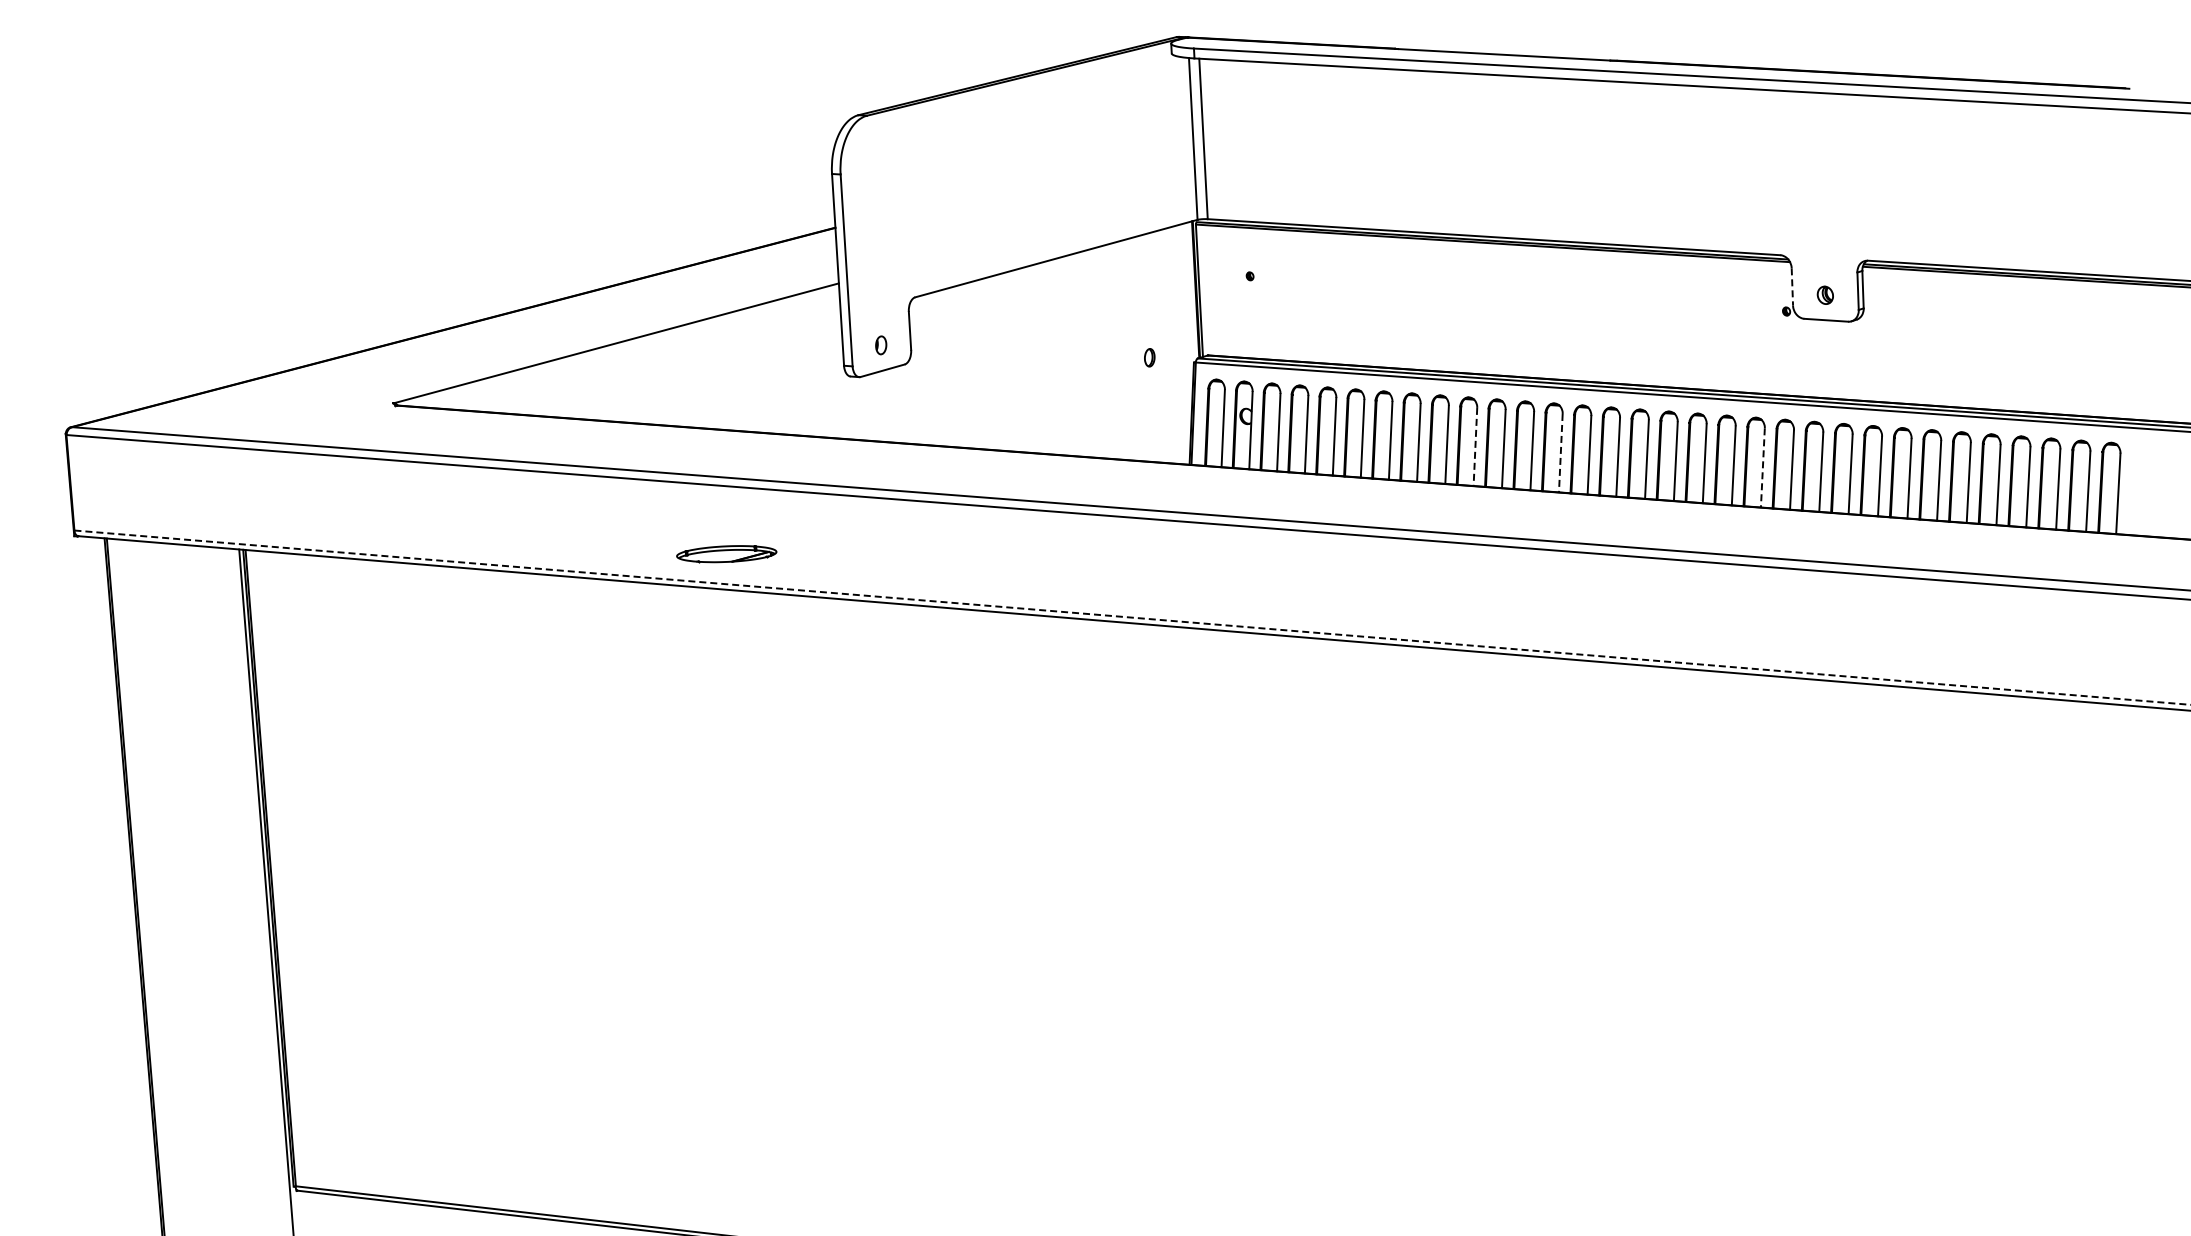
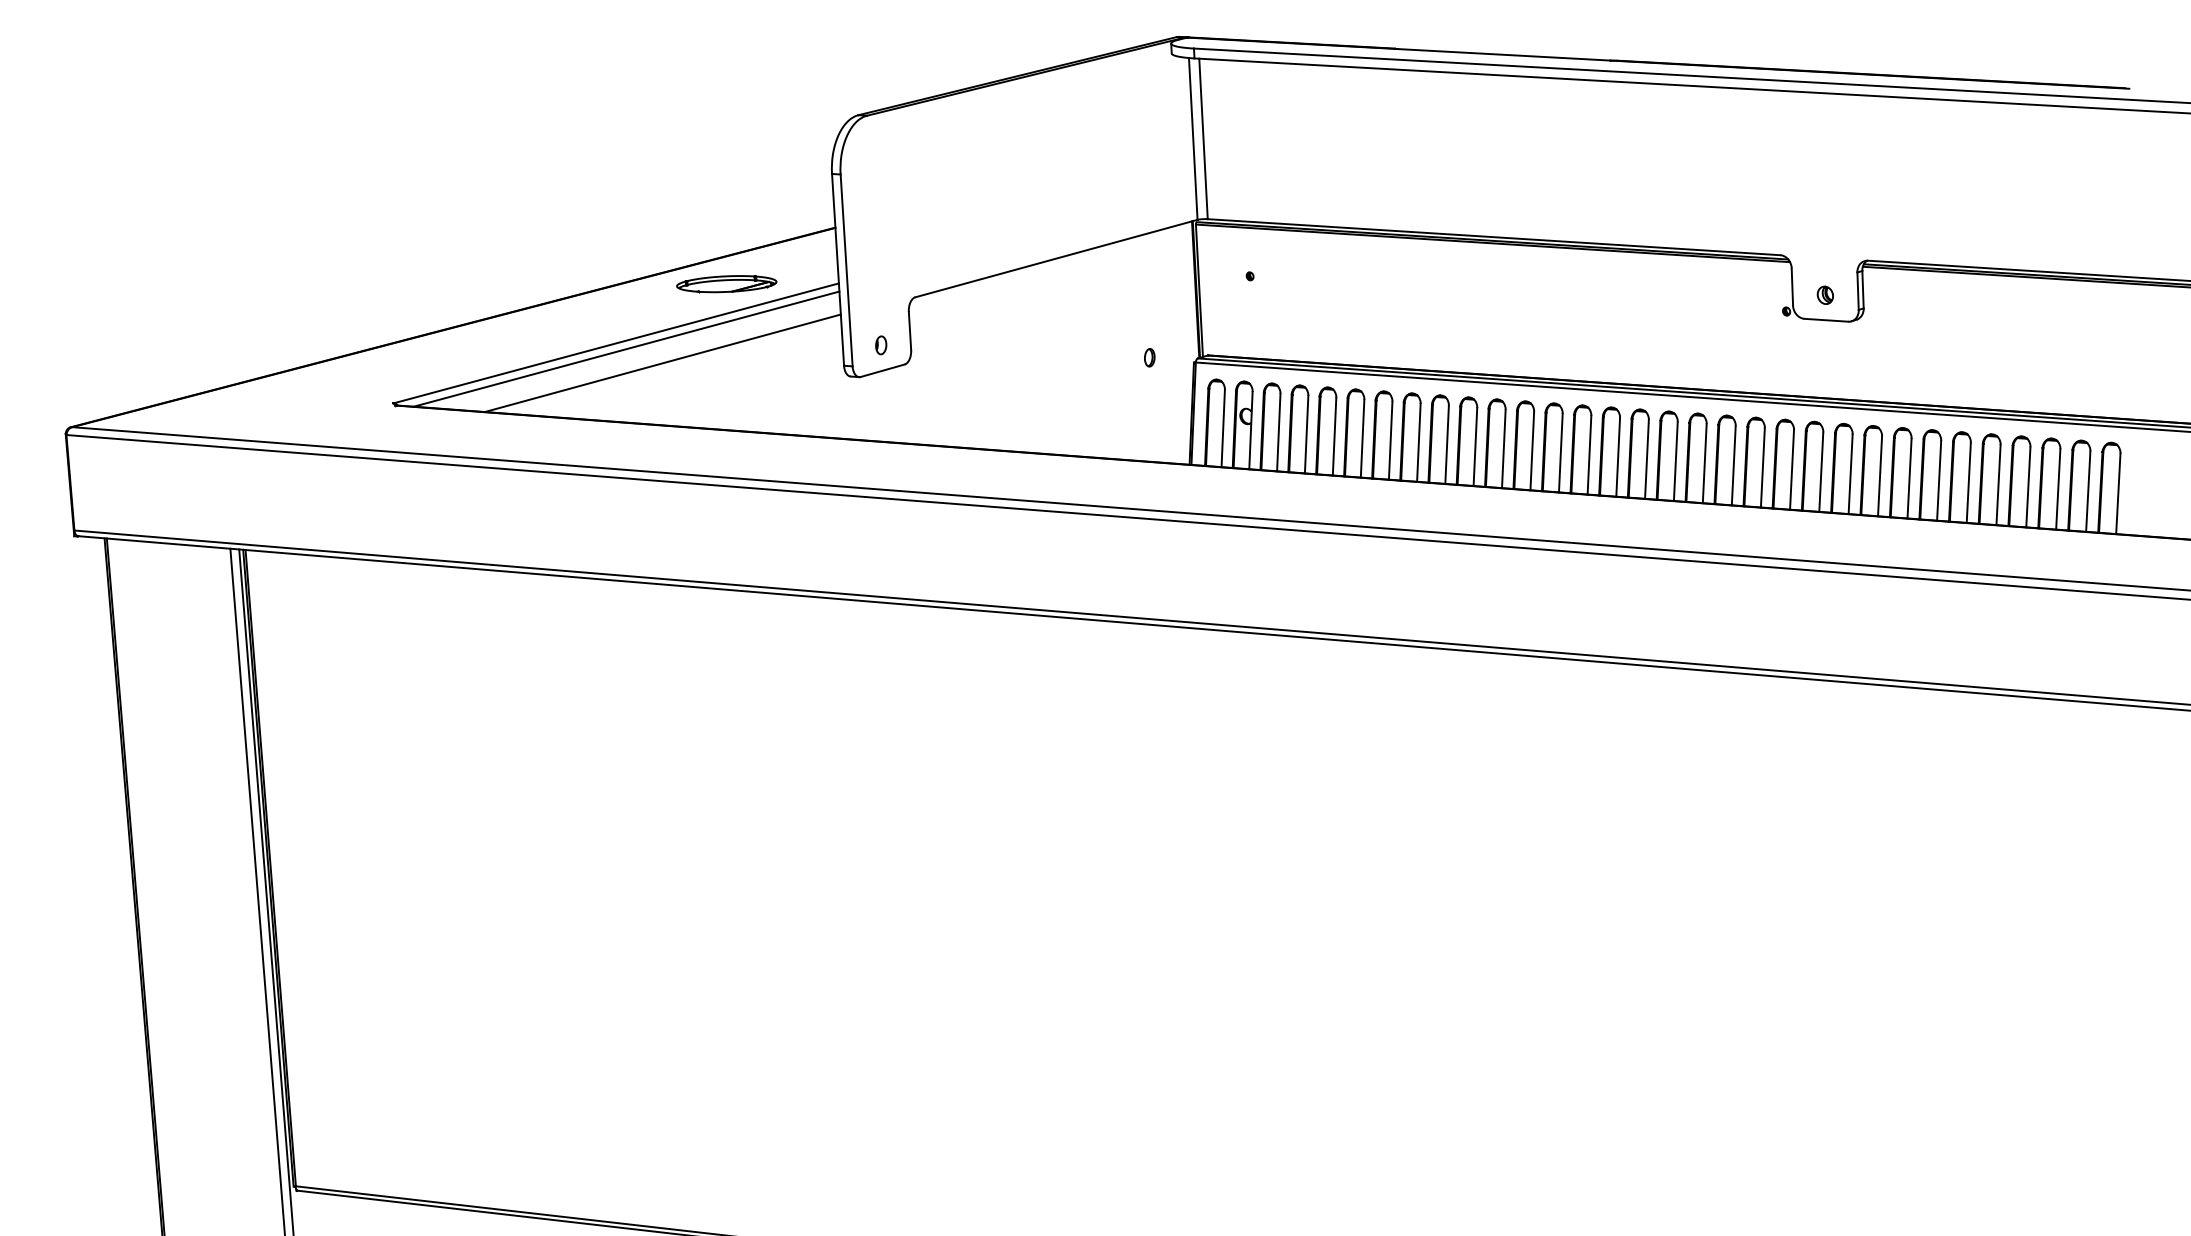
line at (1792, 287): dashed -> solid
line at (626, 348): none -> present
line at (662, 363): none -> present
line at (1475, 447): dashed -> solid
line at (1560, 453): dashed -> solid
line at (1762, 467): dashed -> solid
part at (726, 554) position: (726, 554) -> (726, 284)
line at (1132, 617): dashed -> solid
line at (257, 890): none -> present
